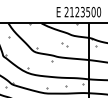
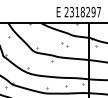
text at (85, 11): 2123500 -> 2318297
